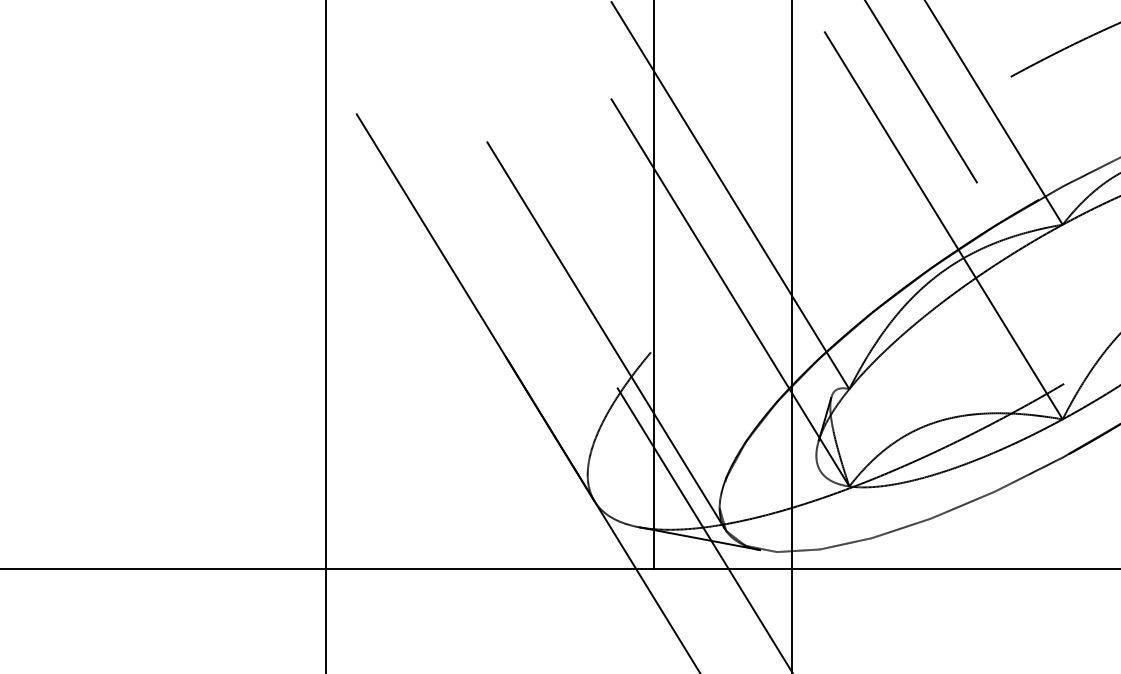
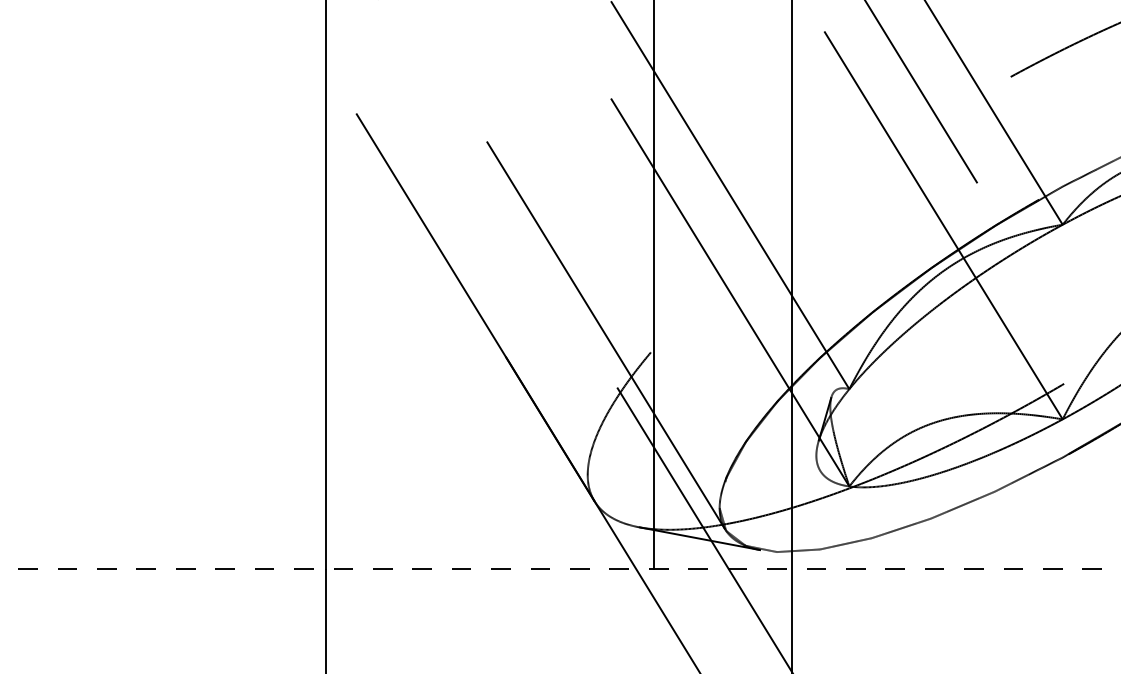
line at (560, 569): solid -> dashed
